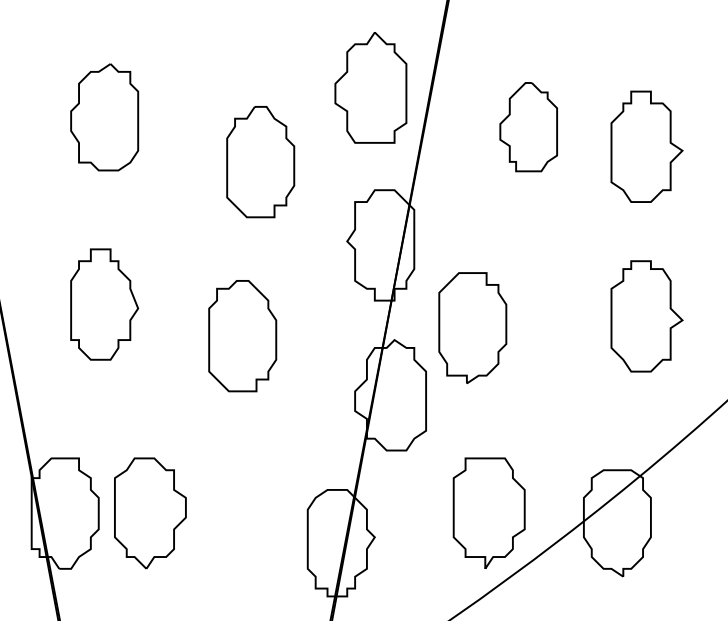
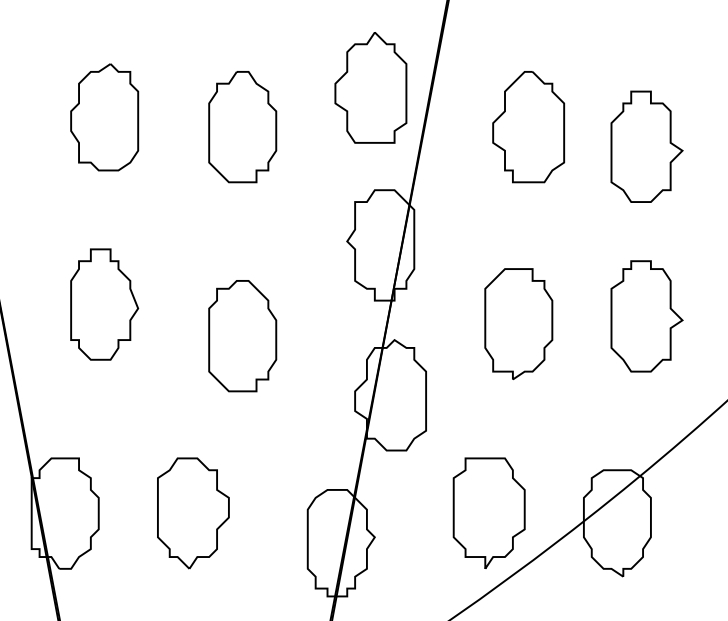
part at (528, 127) size: 59x91 px -> 74x113 px
part at (260, 162) position: (260, 162) -> (242, 127)
part at (472, 327) position: (472, 327) -> (518, 323)
part at (150, 513) position: (150, 513) -> (193, 513)
